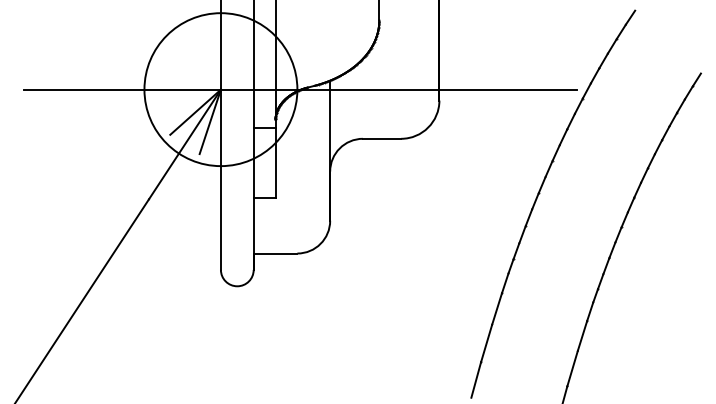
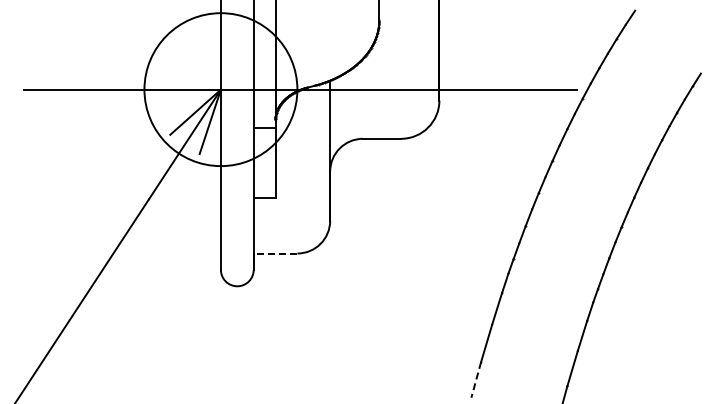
line at (275, 253): solid -> dashed
line at (476, 380): solid -> dashed
